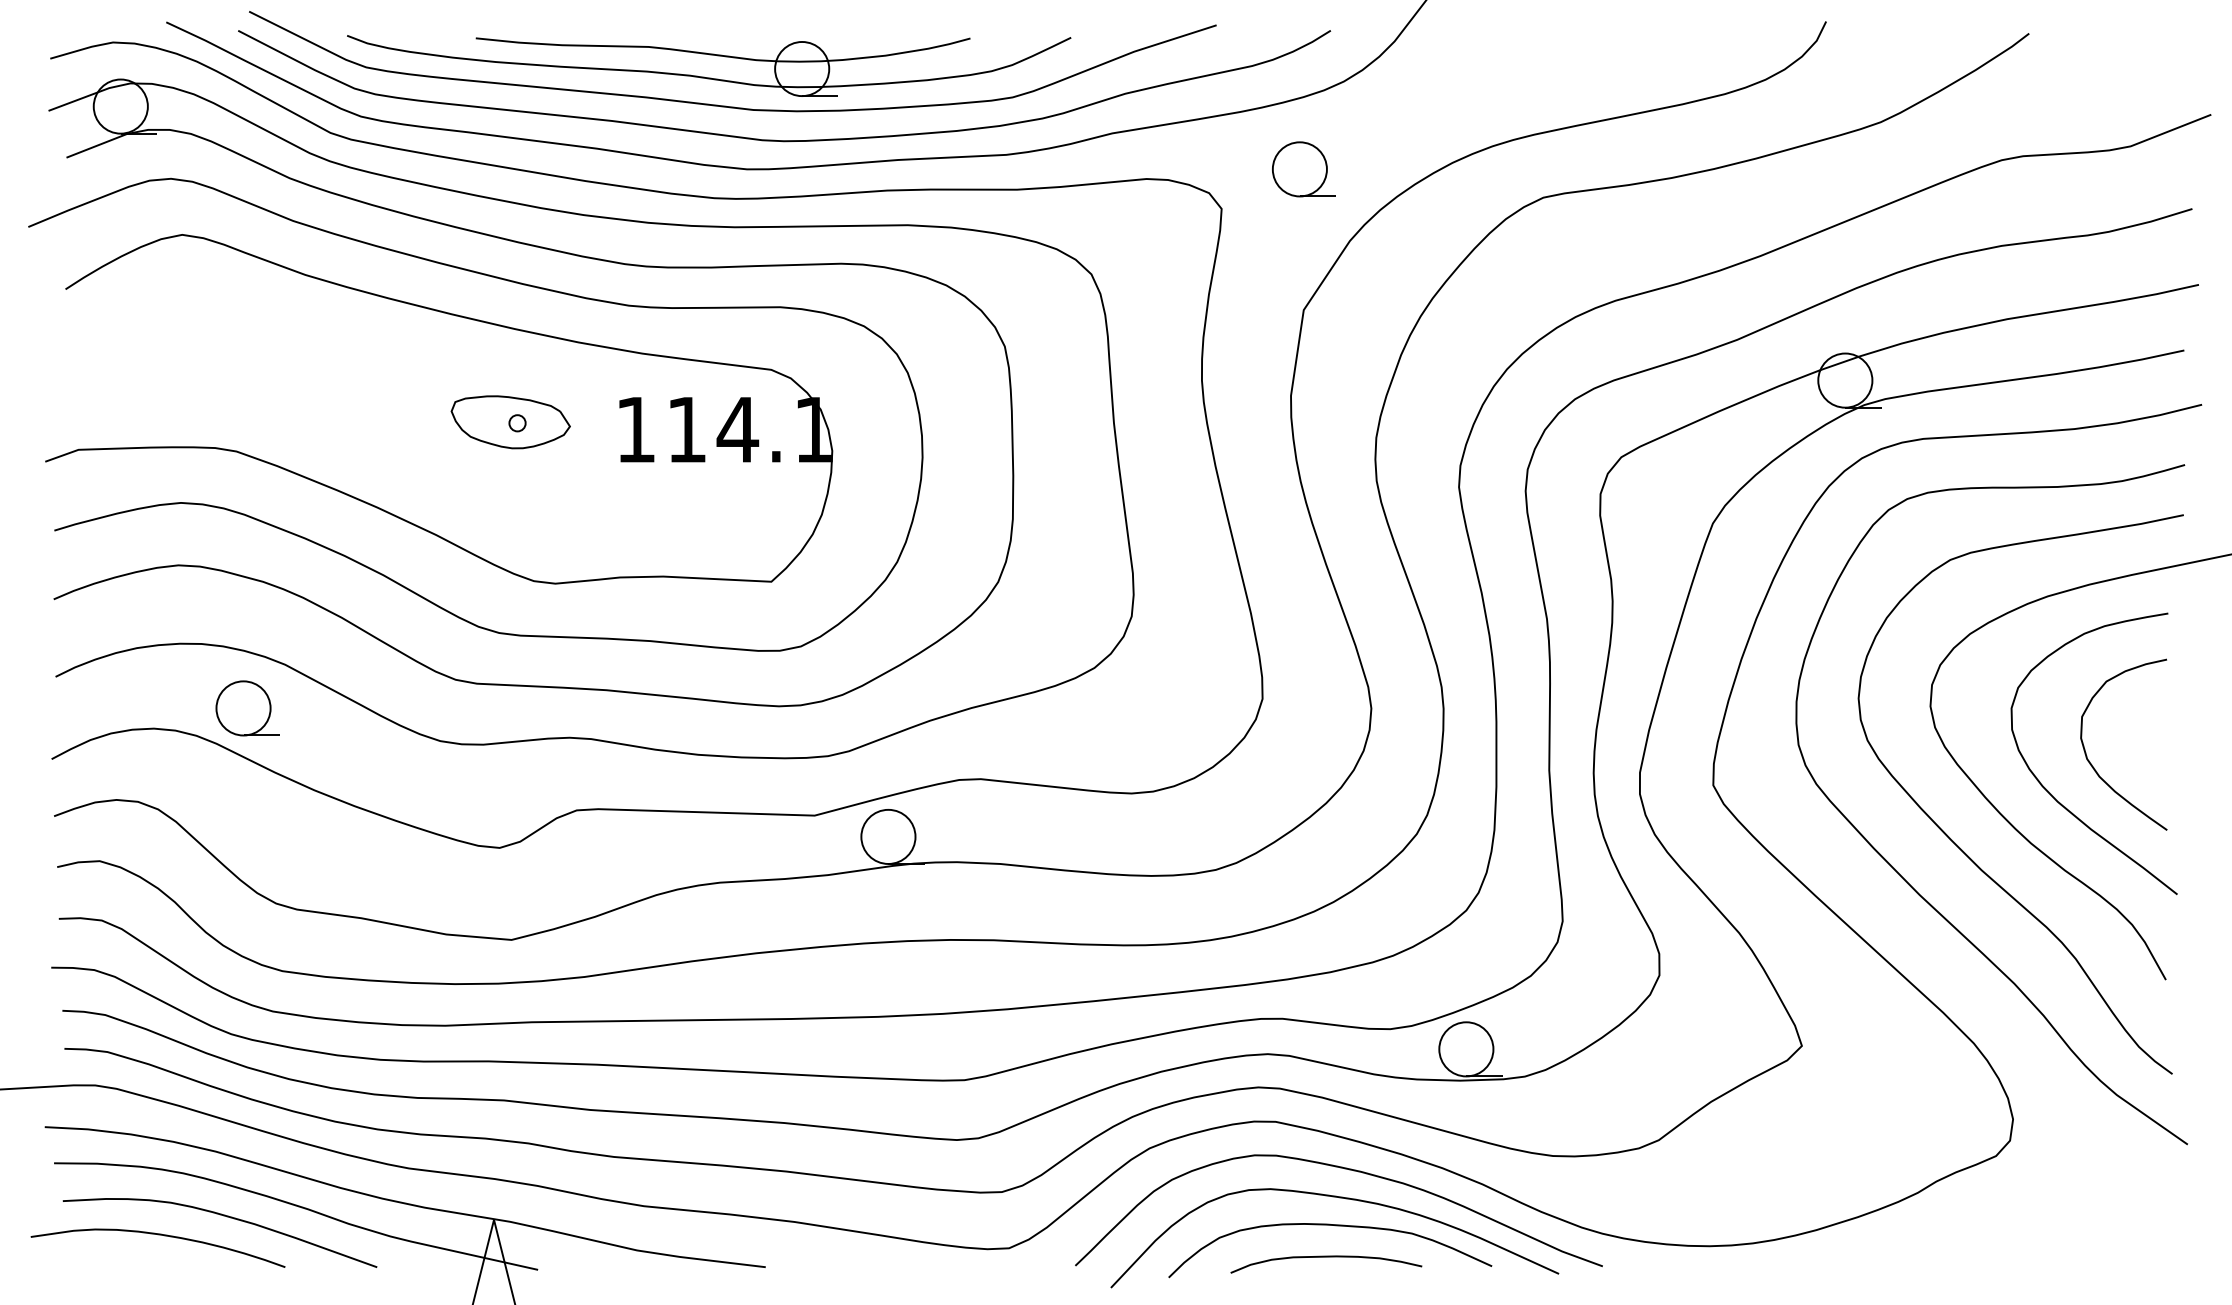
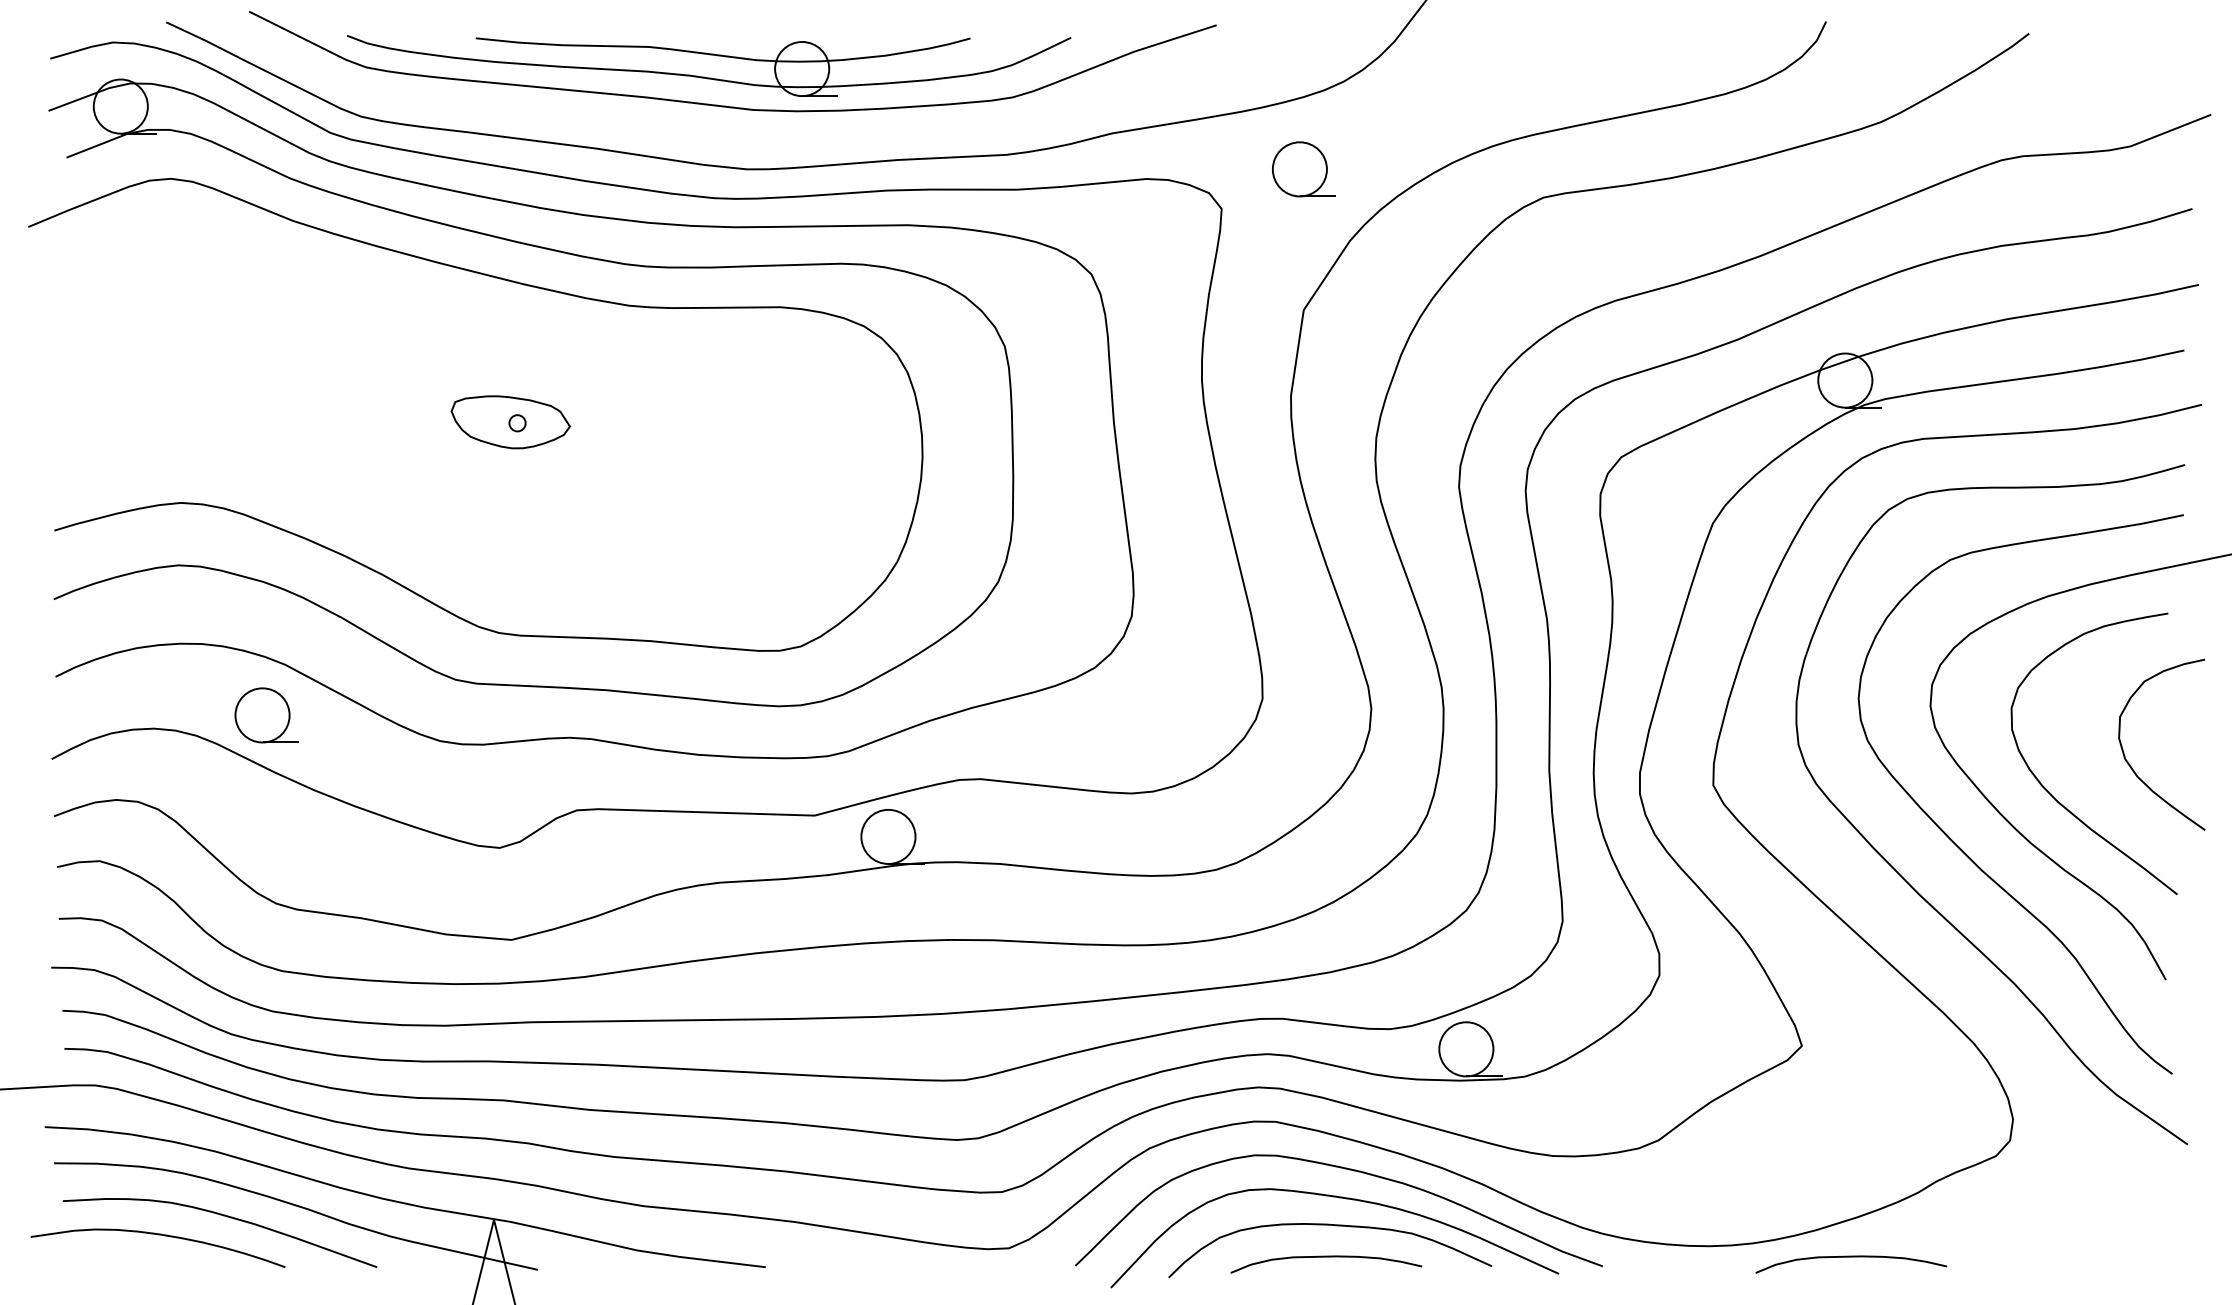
curve at (774, 139): present -> none
part at (455, 316): present -> none
part at (247, 708) position: (247, 708) -> (266, 715)
curve at (2092, 764) position: (2092, 764) -> (2130, 764)
curve at (1851, 1257): none -> present
